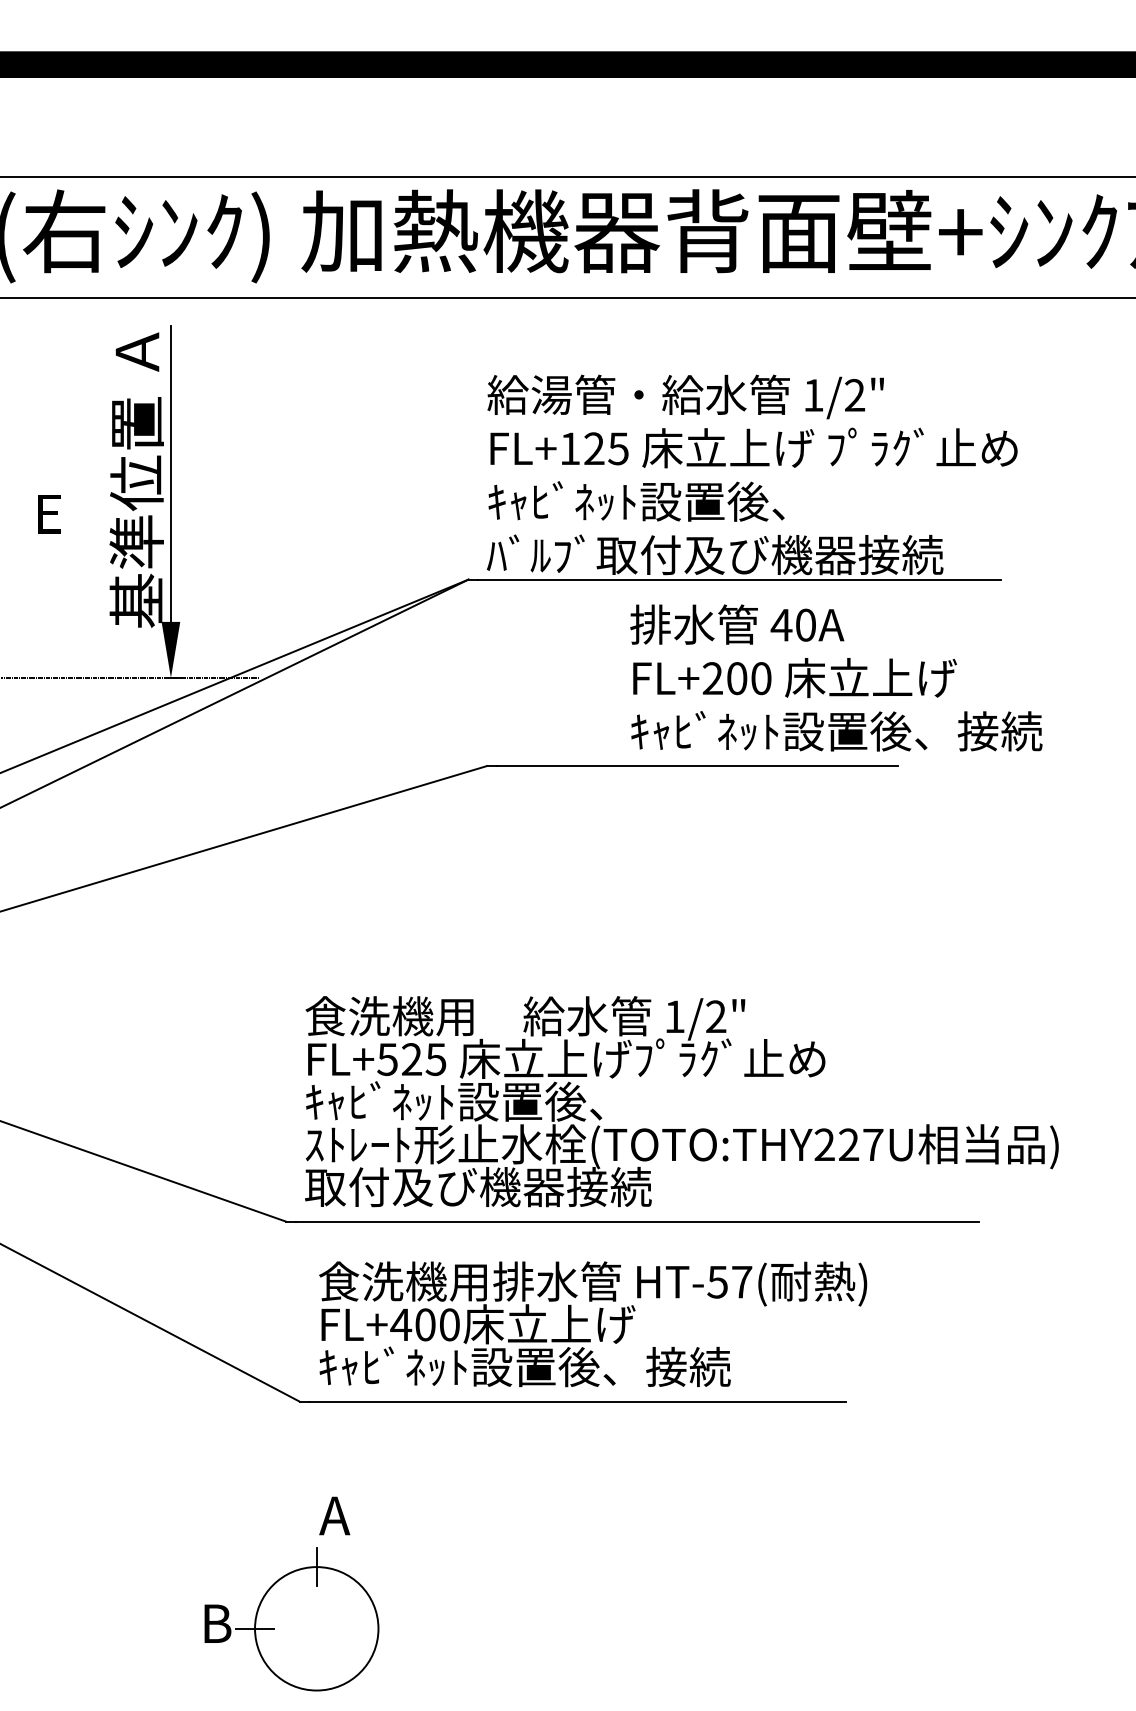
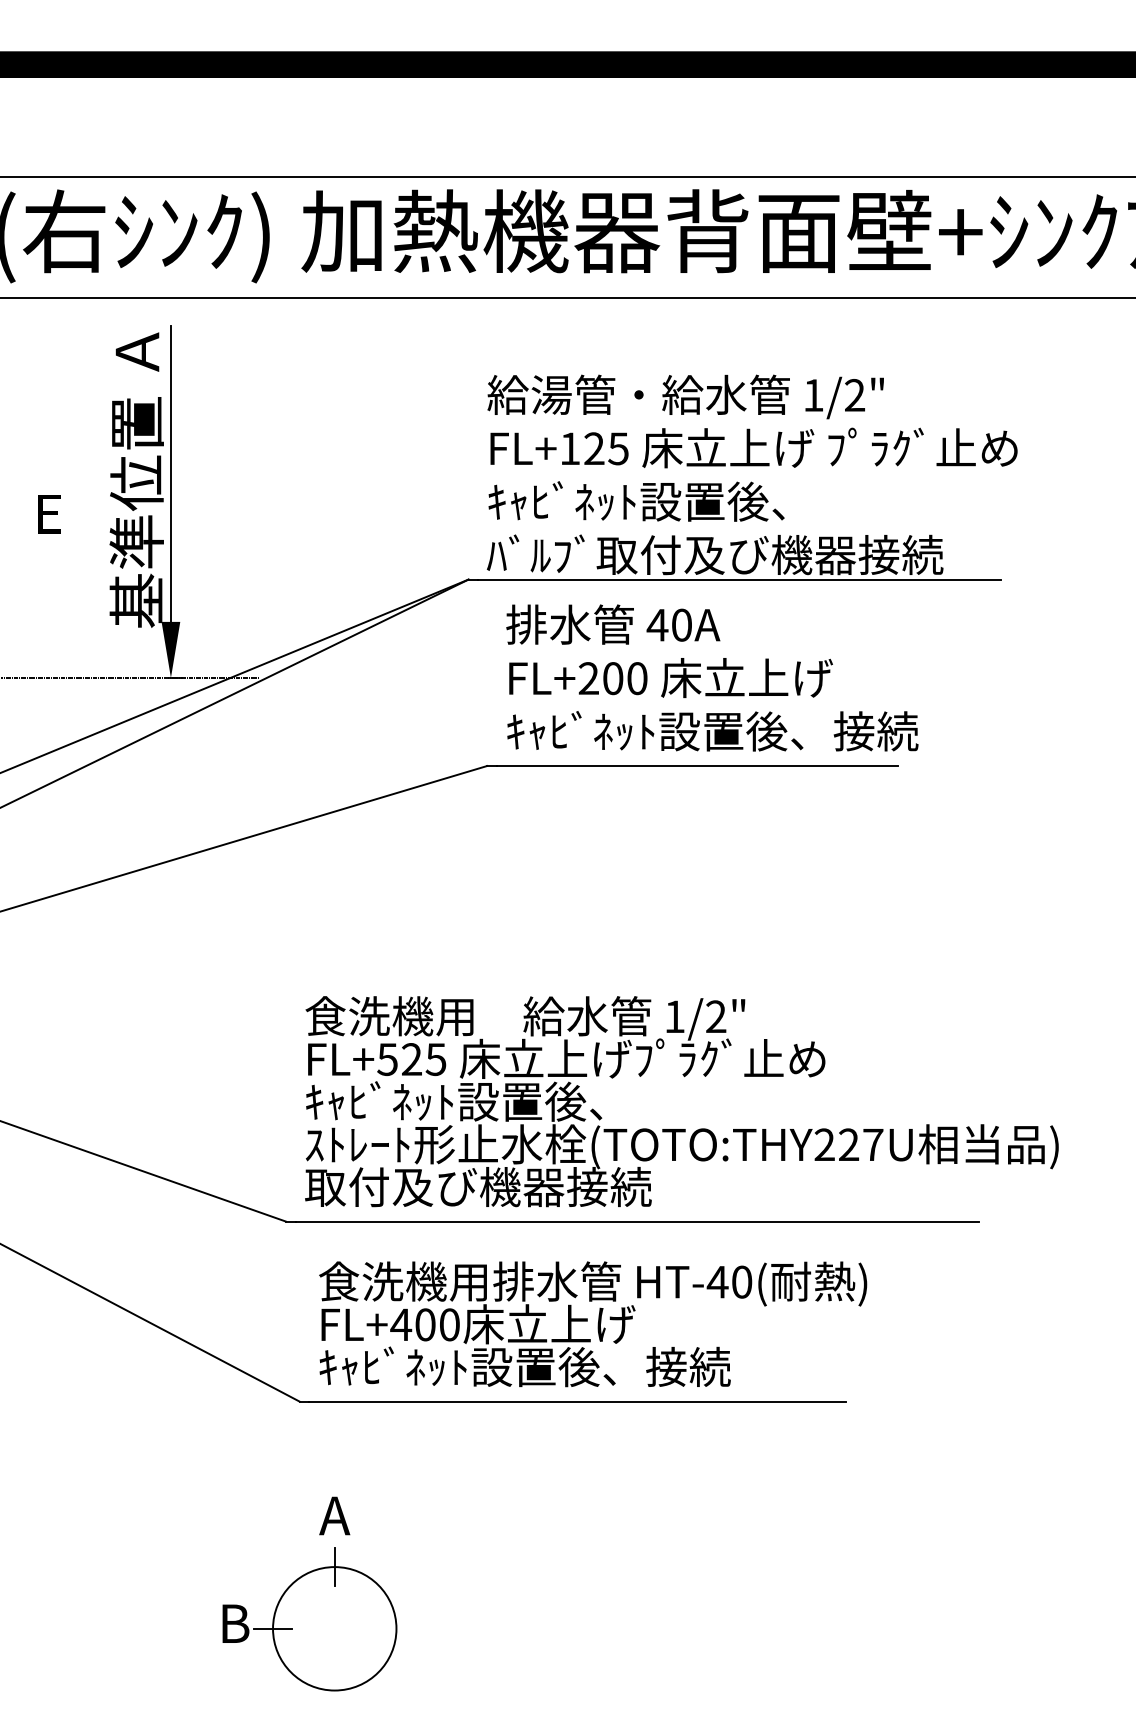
text at (836, 677) position: (836, 677) -> (712, 677)
text at (729, 1281): HT-57( -> HT-40(
part at (291, 1619) position: (291, 1619) -> (309, 1619)
